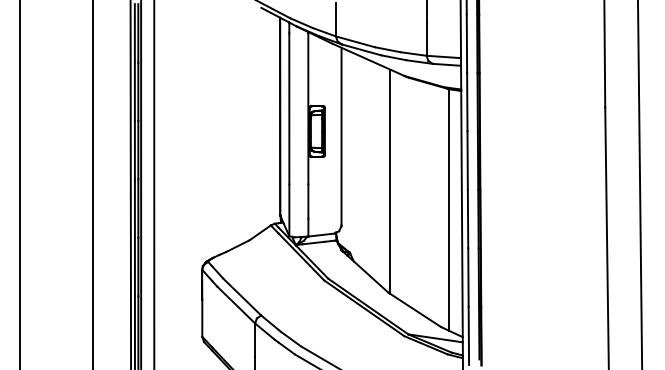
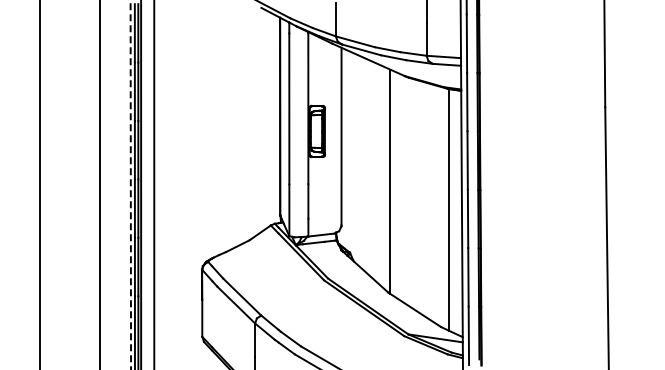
line at (19, 184) position: (19, 184) -> (39, 184)
line at (92, 184) position: (92, 184) -> (99, 184)
line at (130, 184): solid -> dashed
line at (640, 184): present -> none
